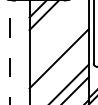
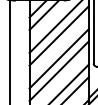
line at (54, 27): none -> present
line at (58, 35): none -> present
line at (9, 52): dashed -> solid
line at (58, 70): none -> present
